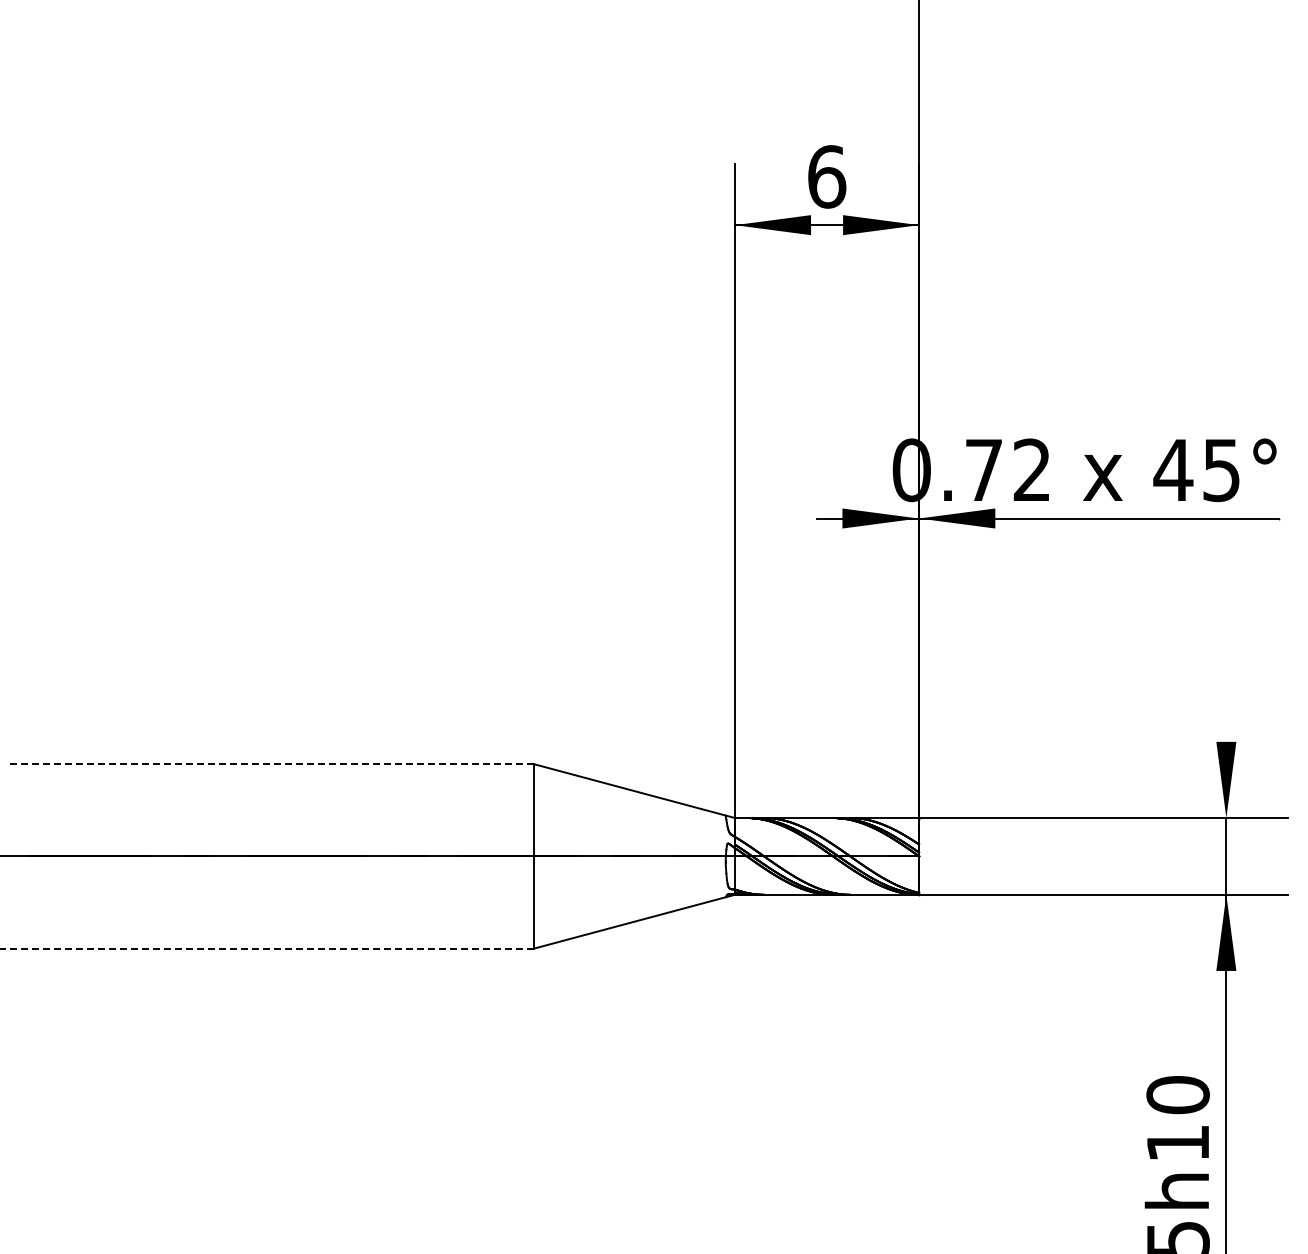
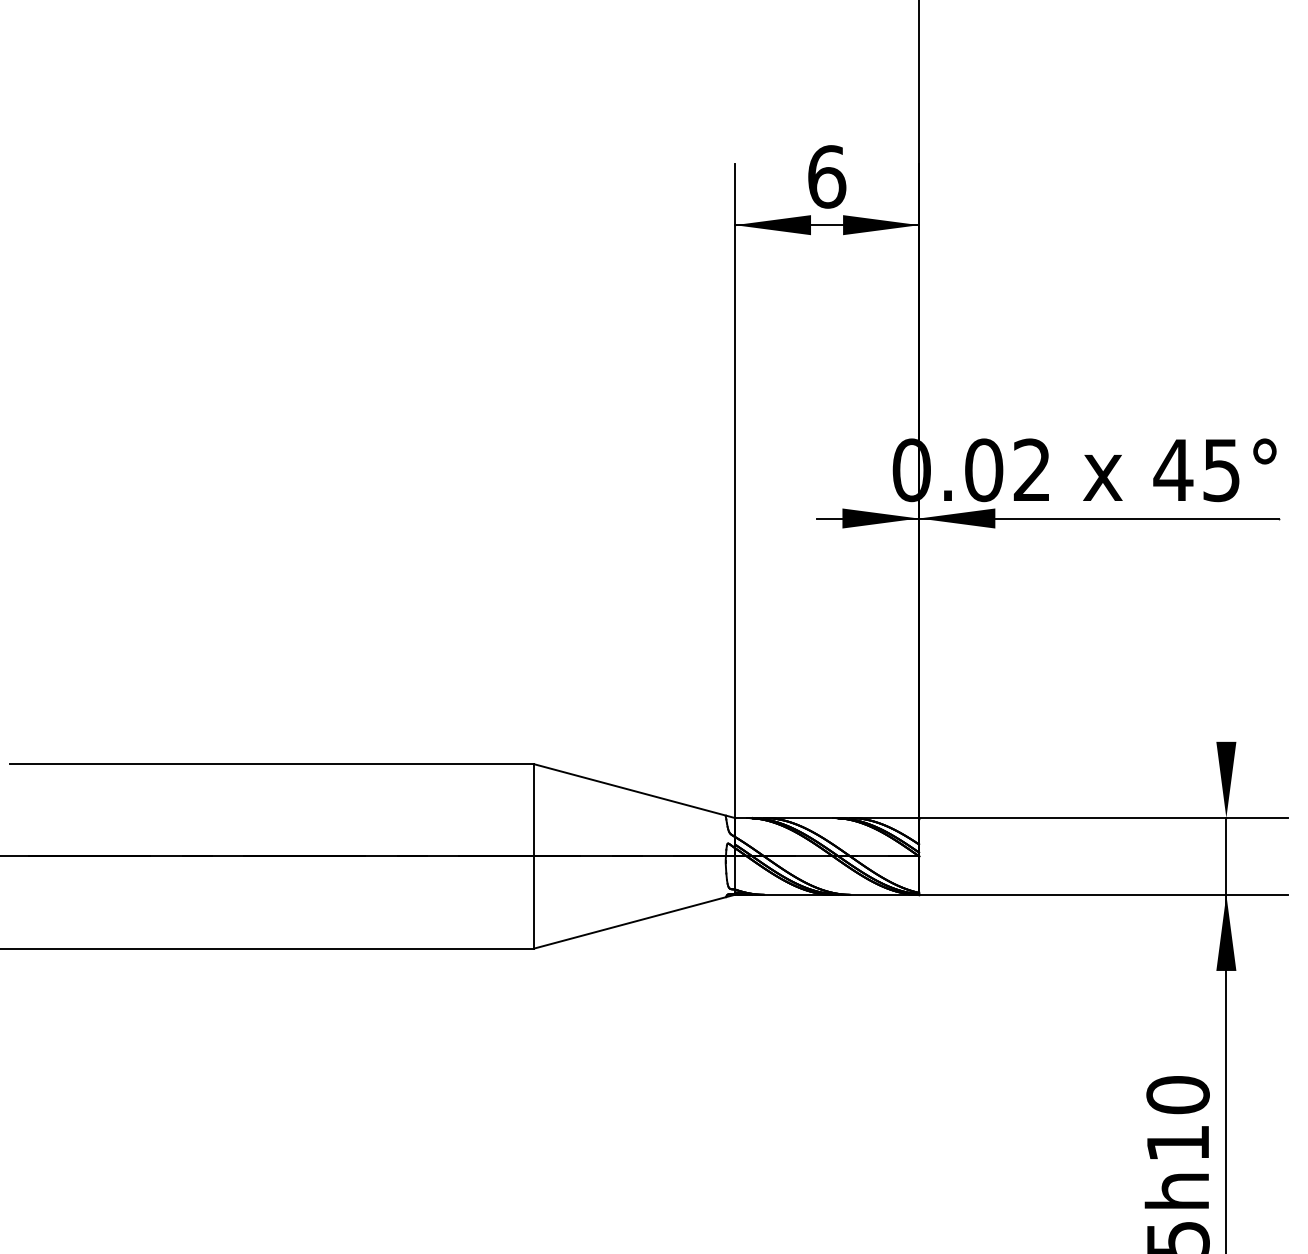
text at (984, 470): 0.72 -> 0.02
line at (271, 764): dashed -> solid
line at (267, 948): dashed -> solid
